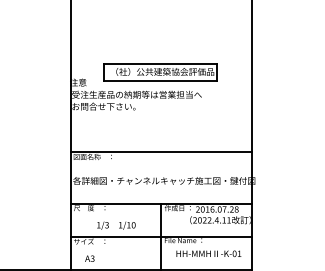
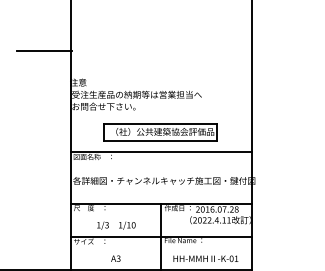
line at (44, 50): none -> present
part at (160, 72) position: (160, 72) -> (160, 132)
text at (208, 253) position: (208, 253) -> (205, 258)
text at (89, 258) position: (89, 258) -> (115, 258)
